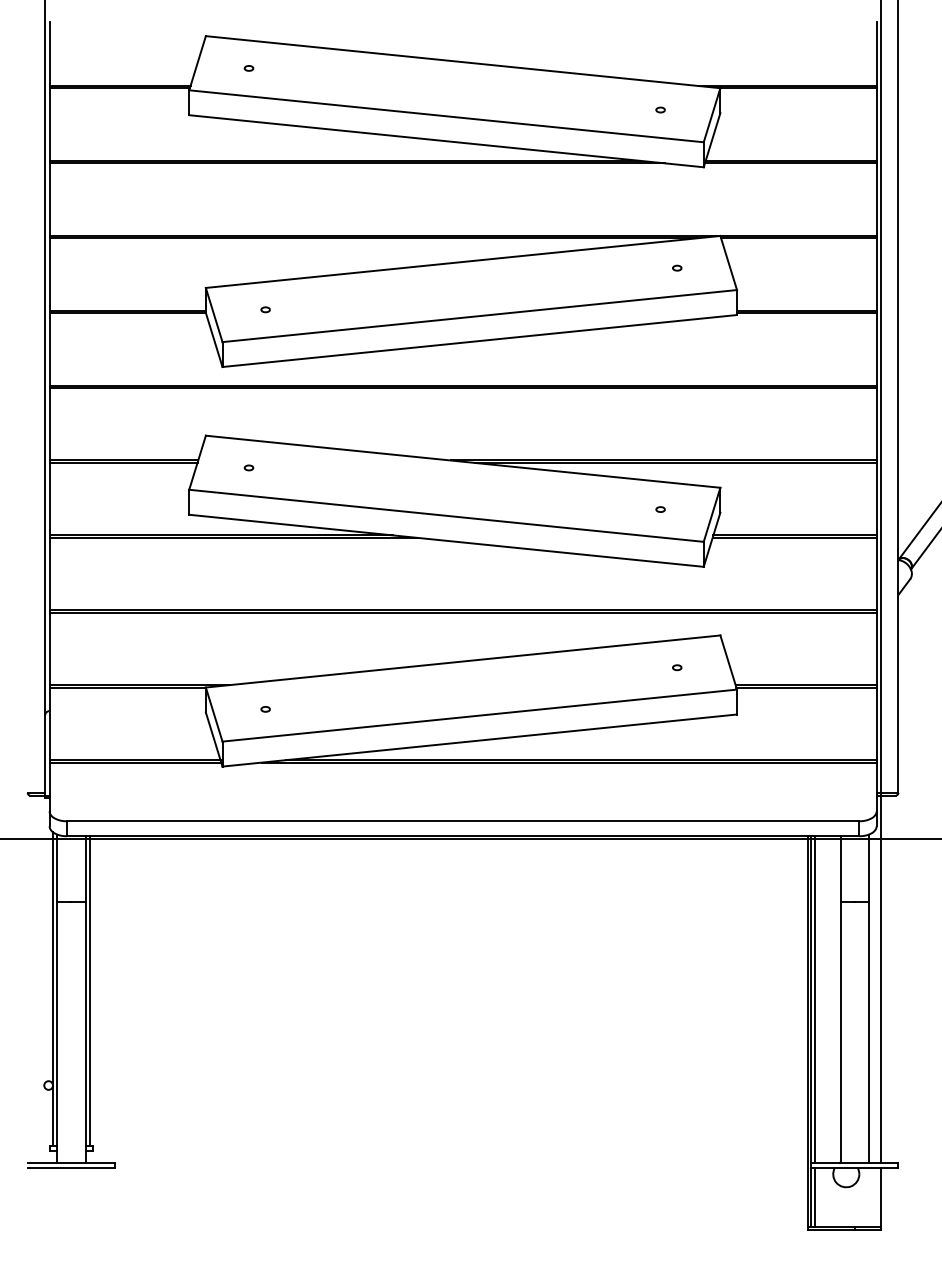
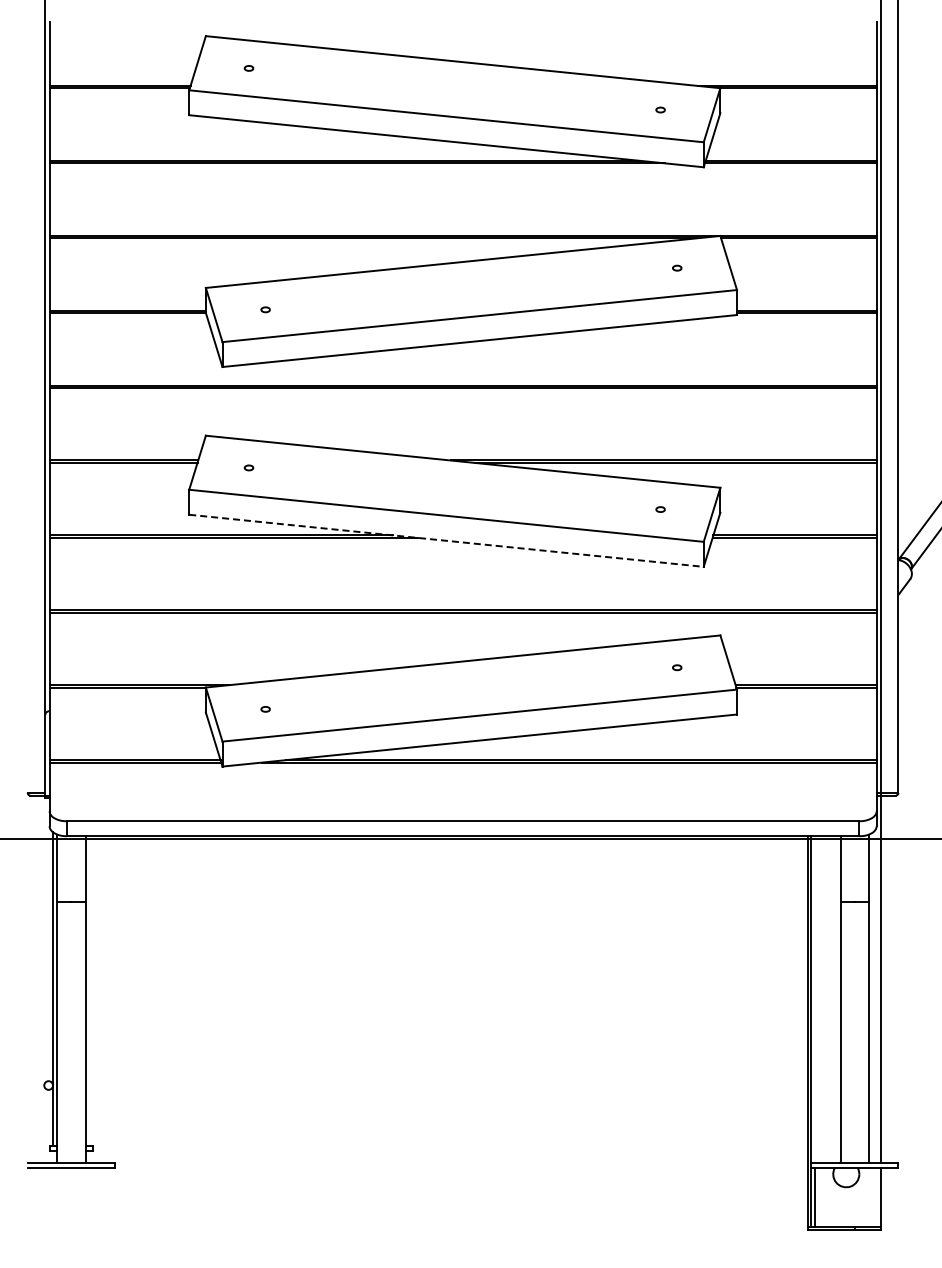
line at (446, 540): solid -> dashed
line at (89, 991): present -> none
line at (814, 999): present -> none
